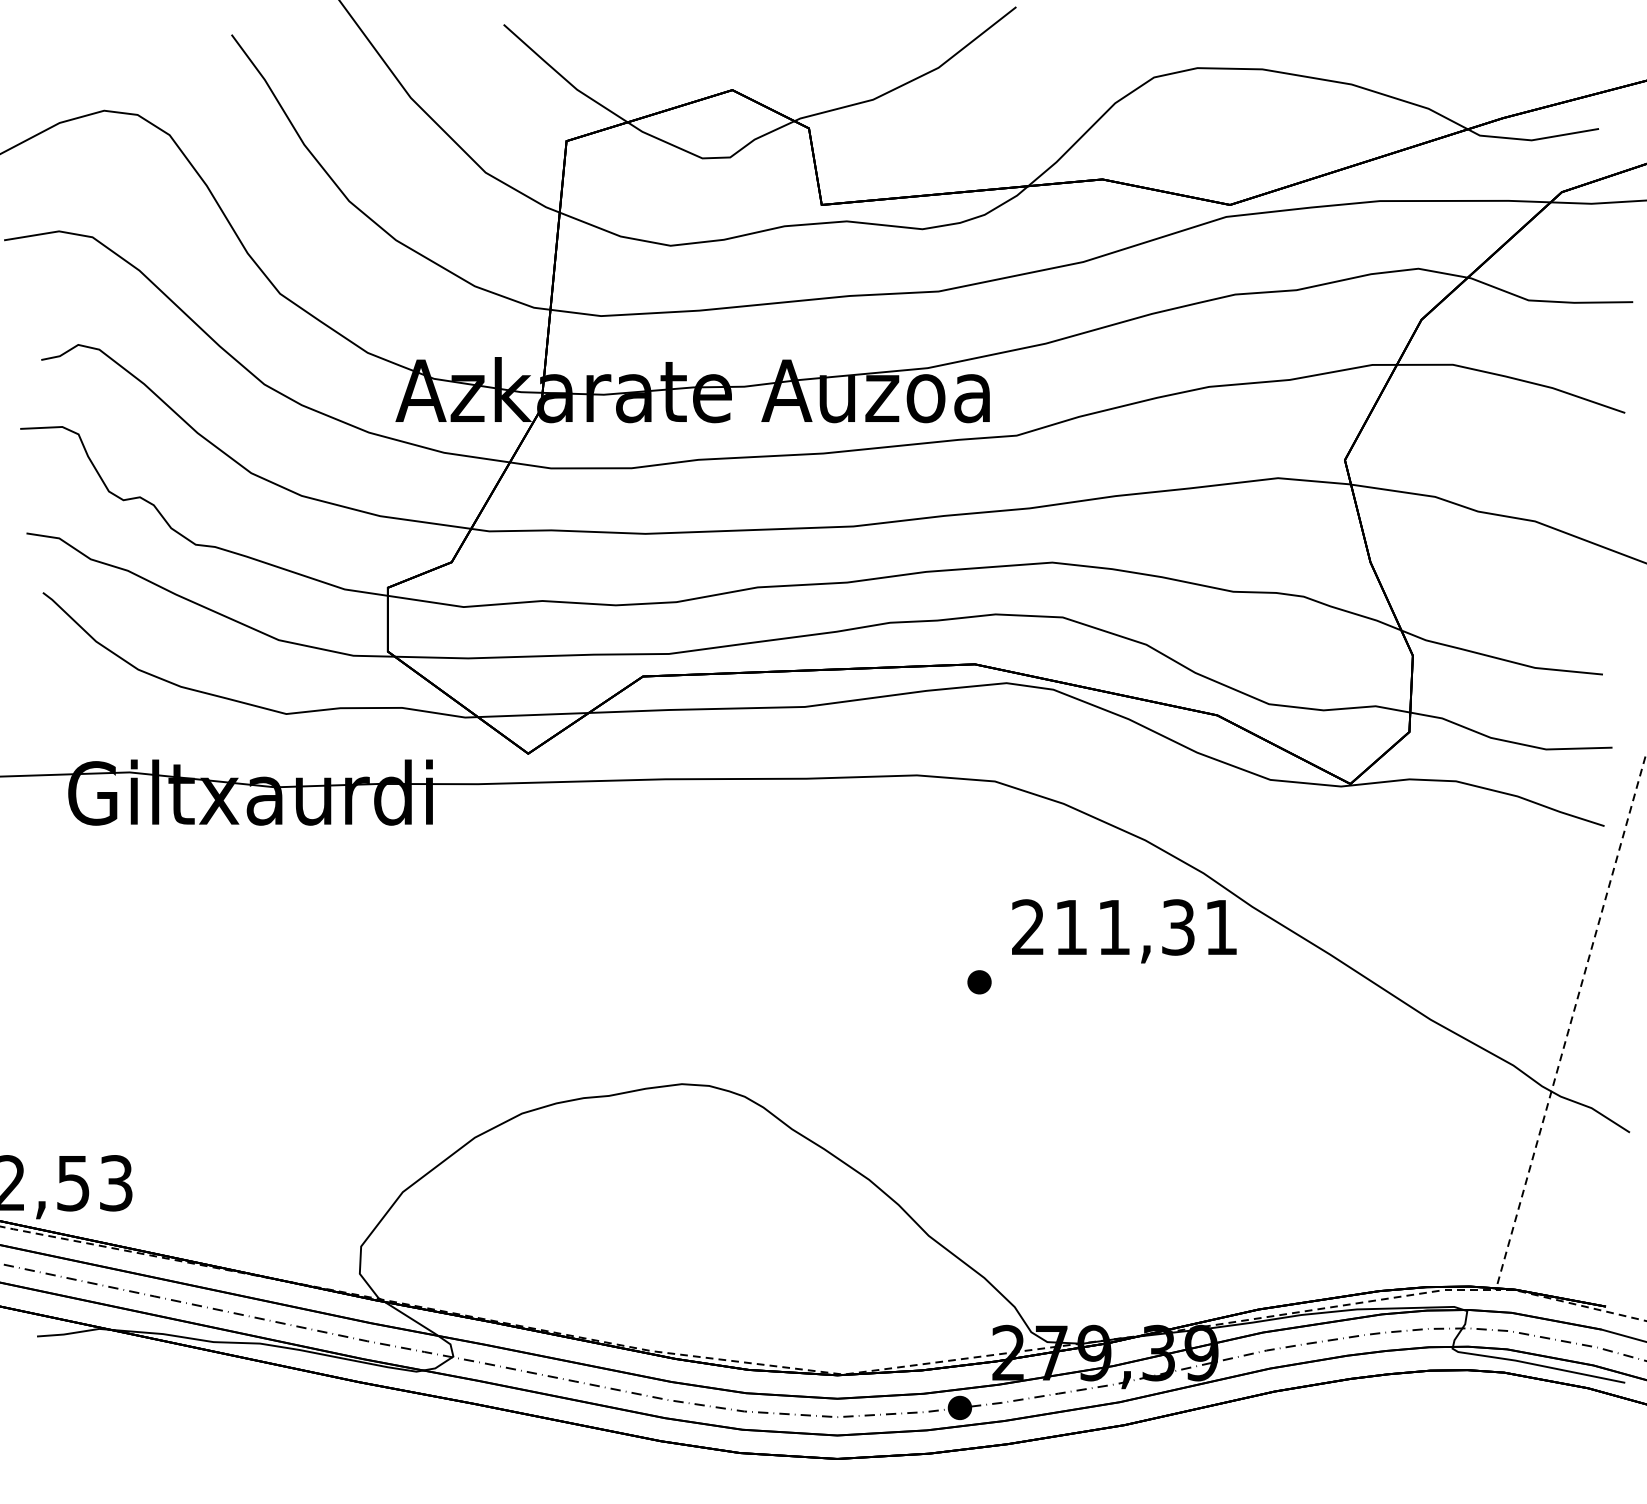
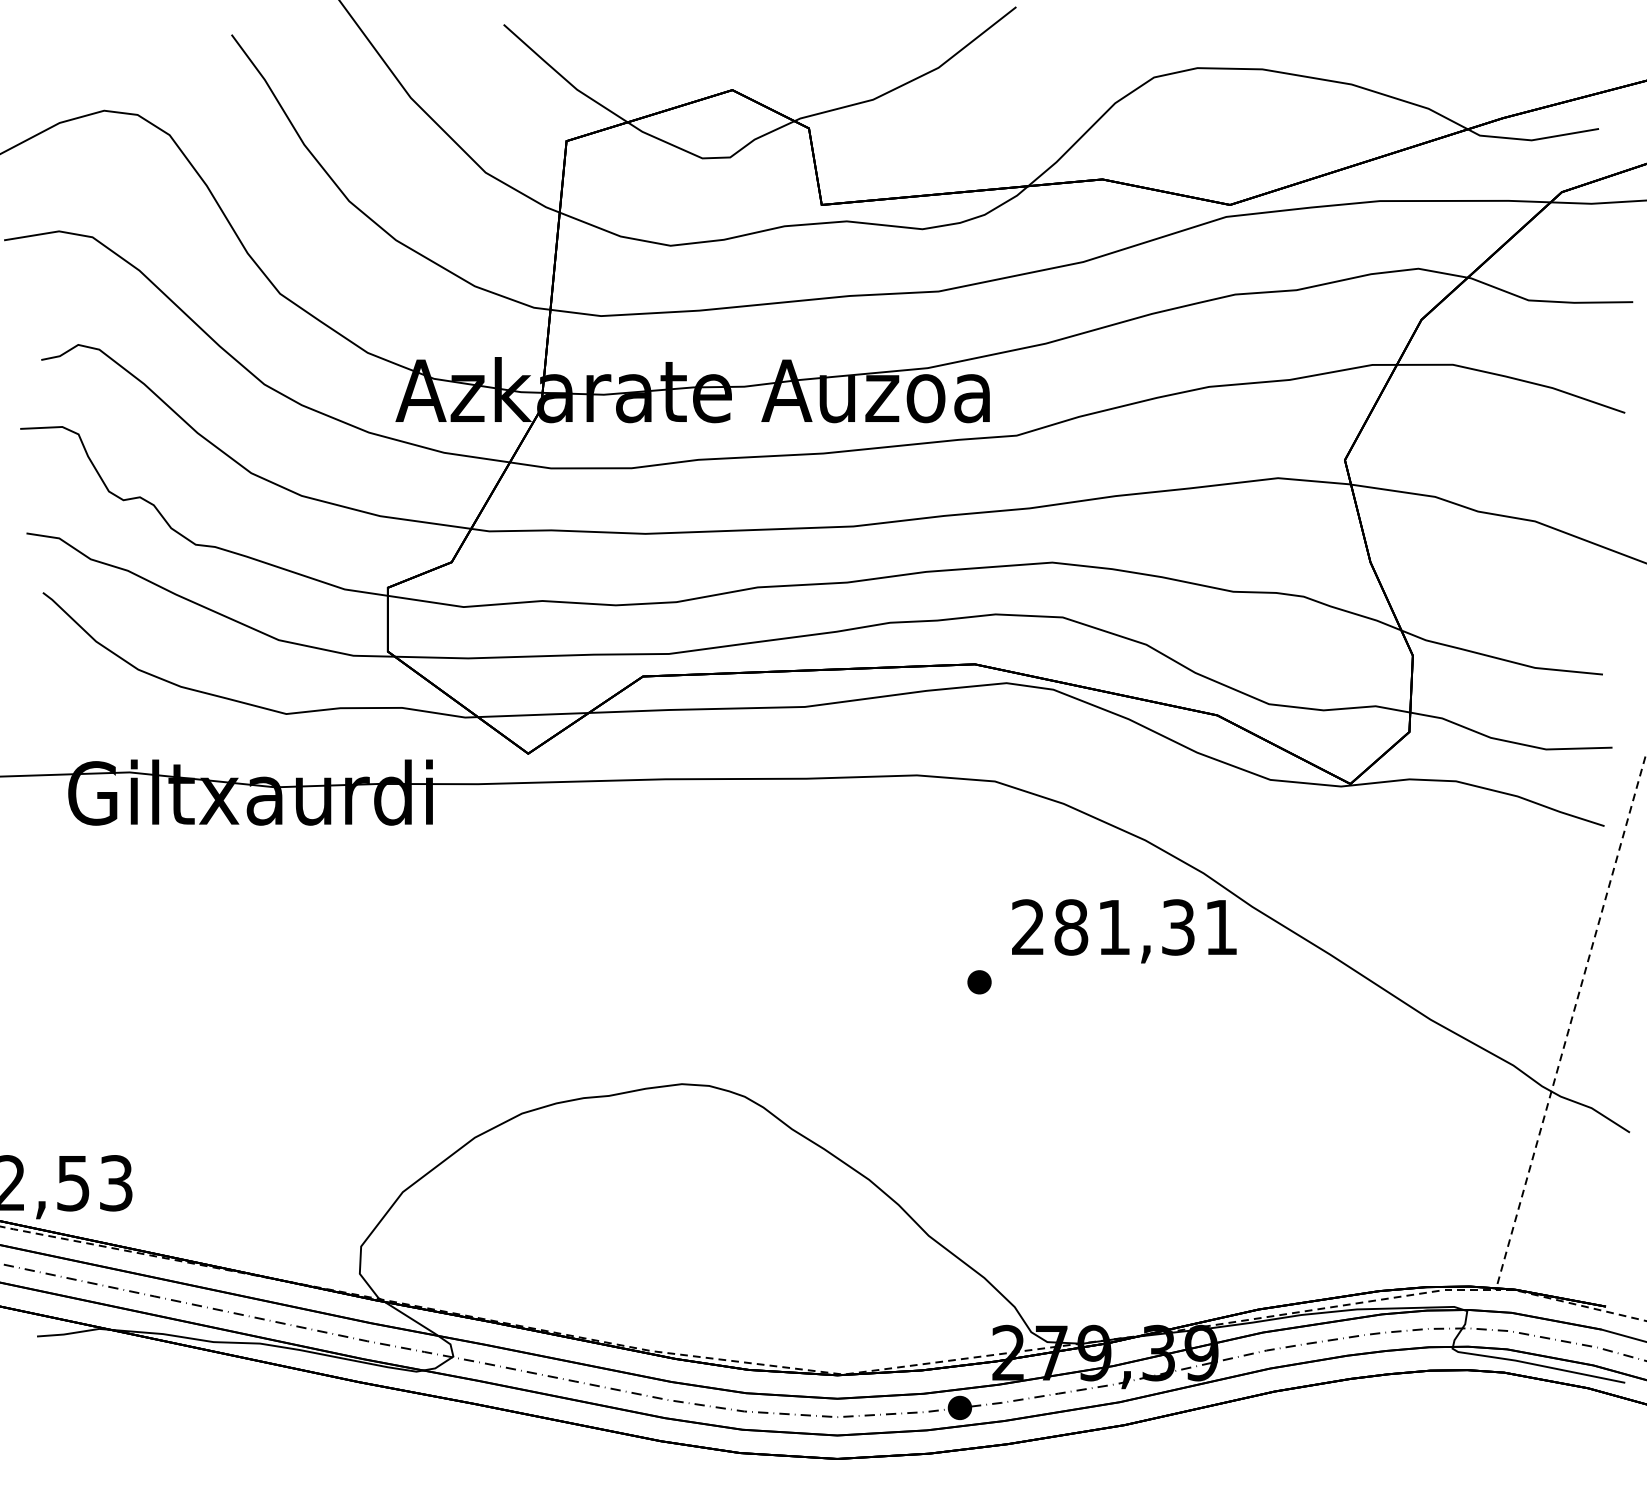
text at (1071, 927): 211,31 -> 281,31
